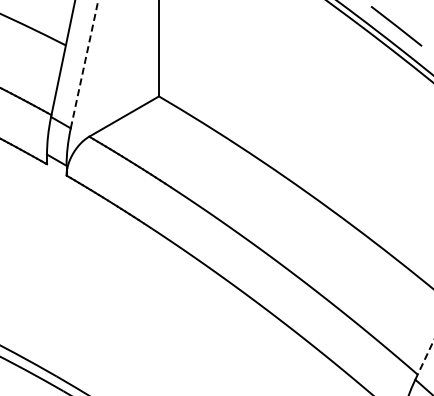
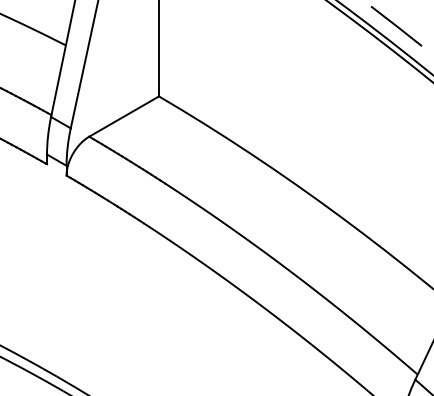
line at (84, 64): dashed -> solid
line at (424, 359): dashed -> solid
